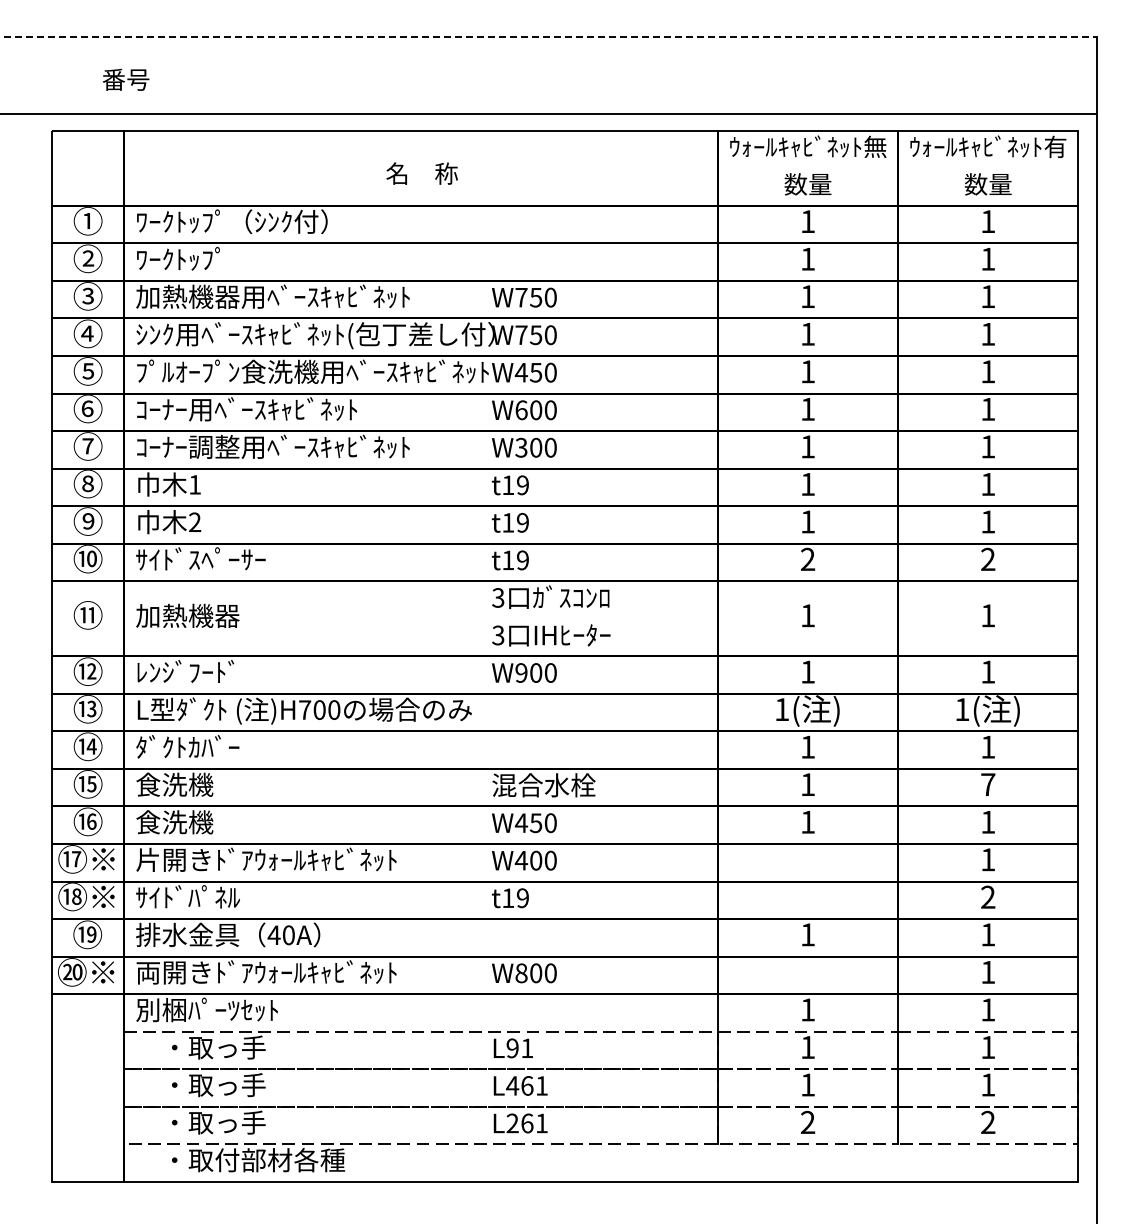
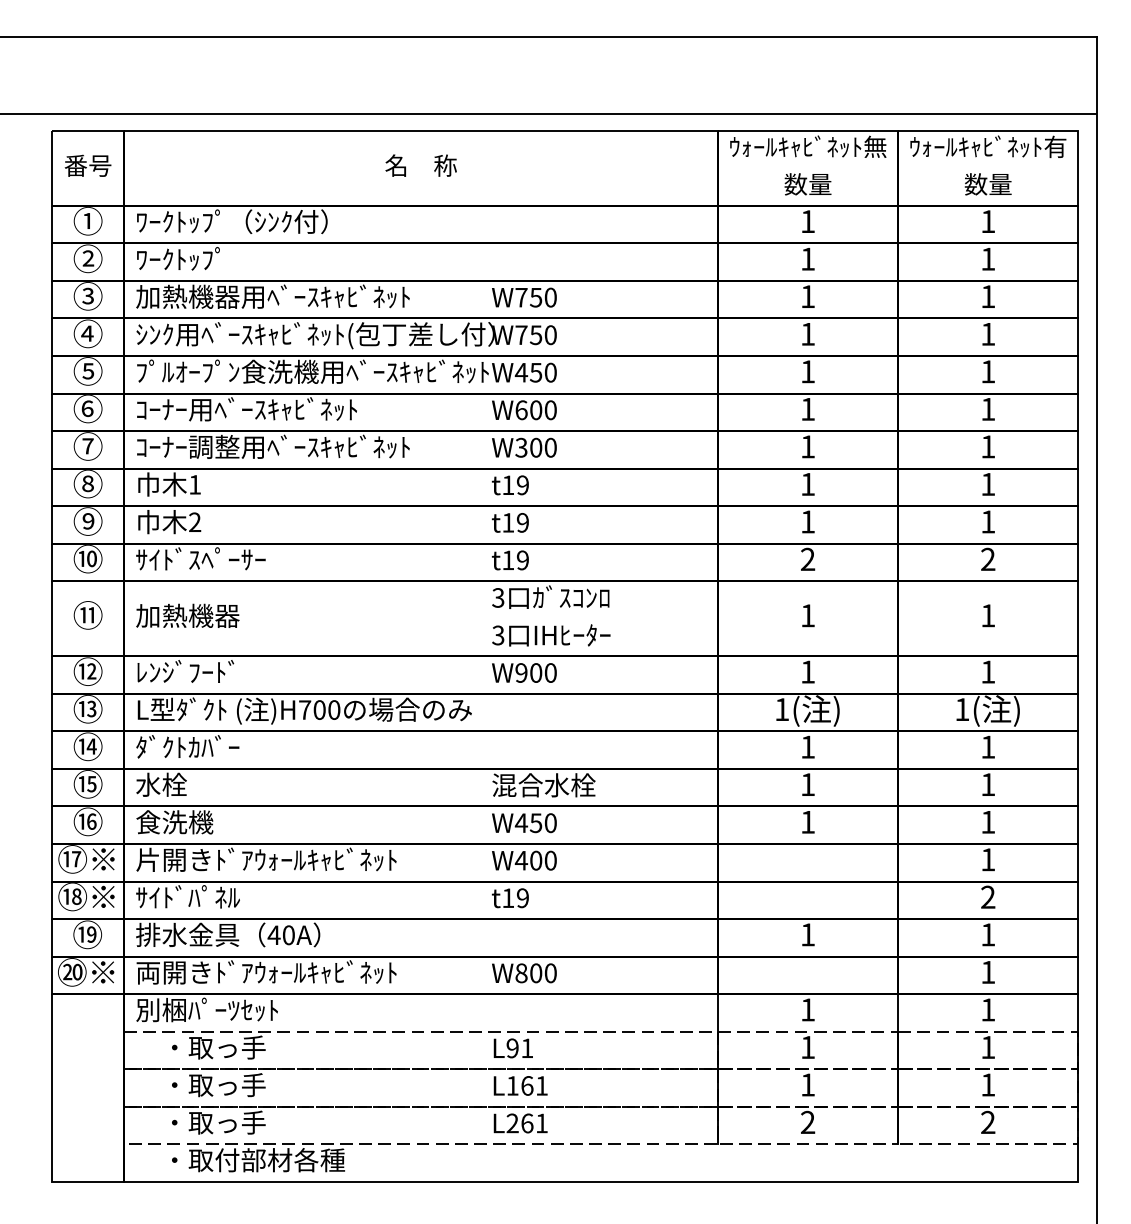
line at (549, 36): dashed -> solid
text at (125, 79) position: (125, 79) -> (87, 165)
text at (421, 173) position: (421, 173) -> (420, 165)
text at (174, 784): 食洗機 -> 水栓
text at (988, 784): 7 -> 1
text at (512, 1085): L461 -> L161
